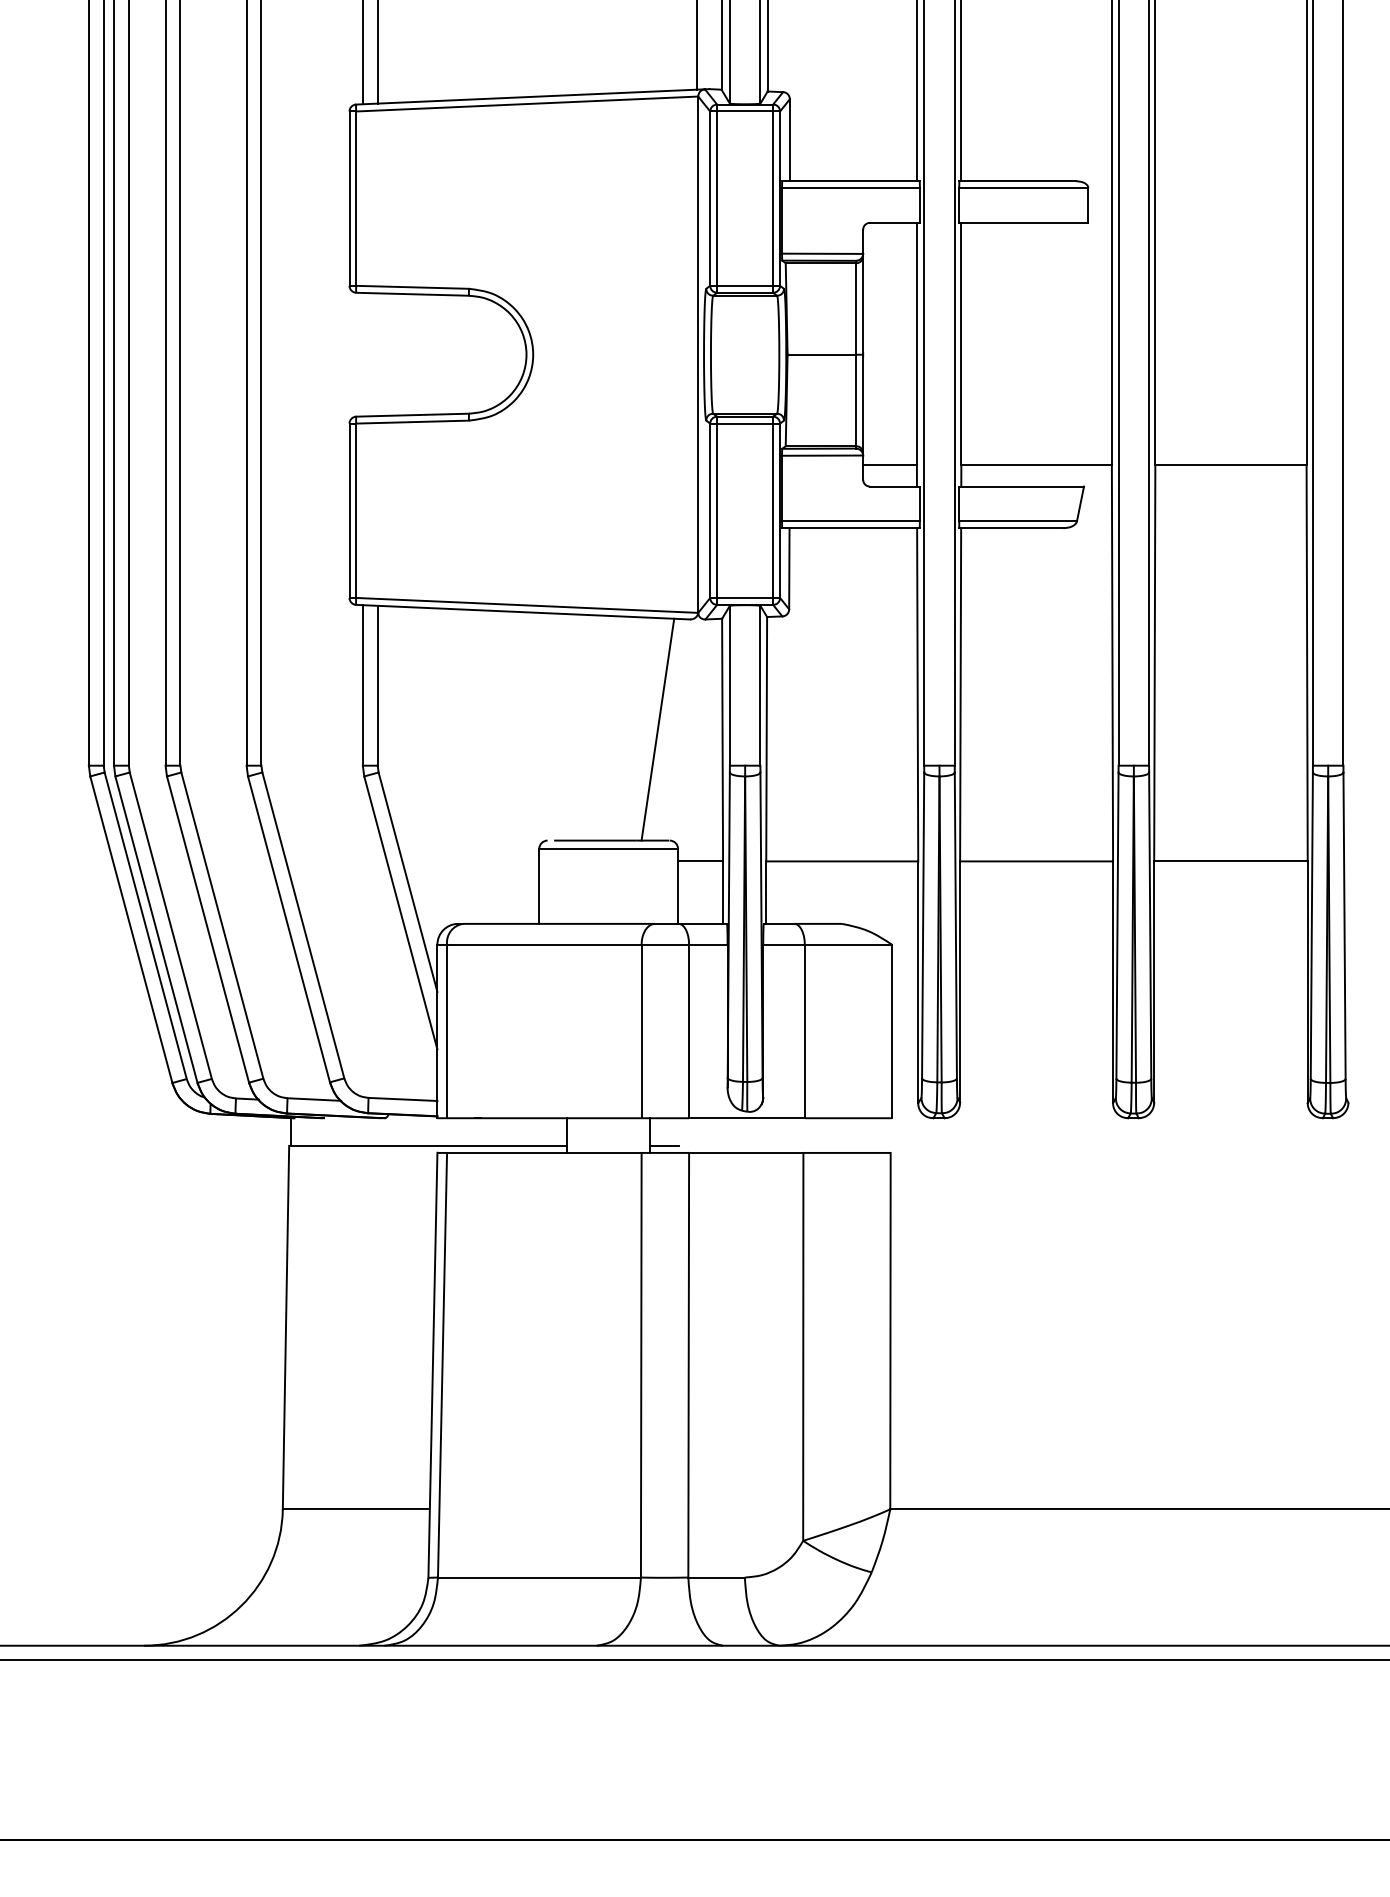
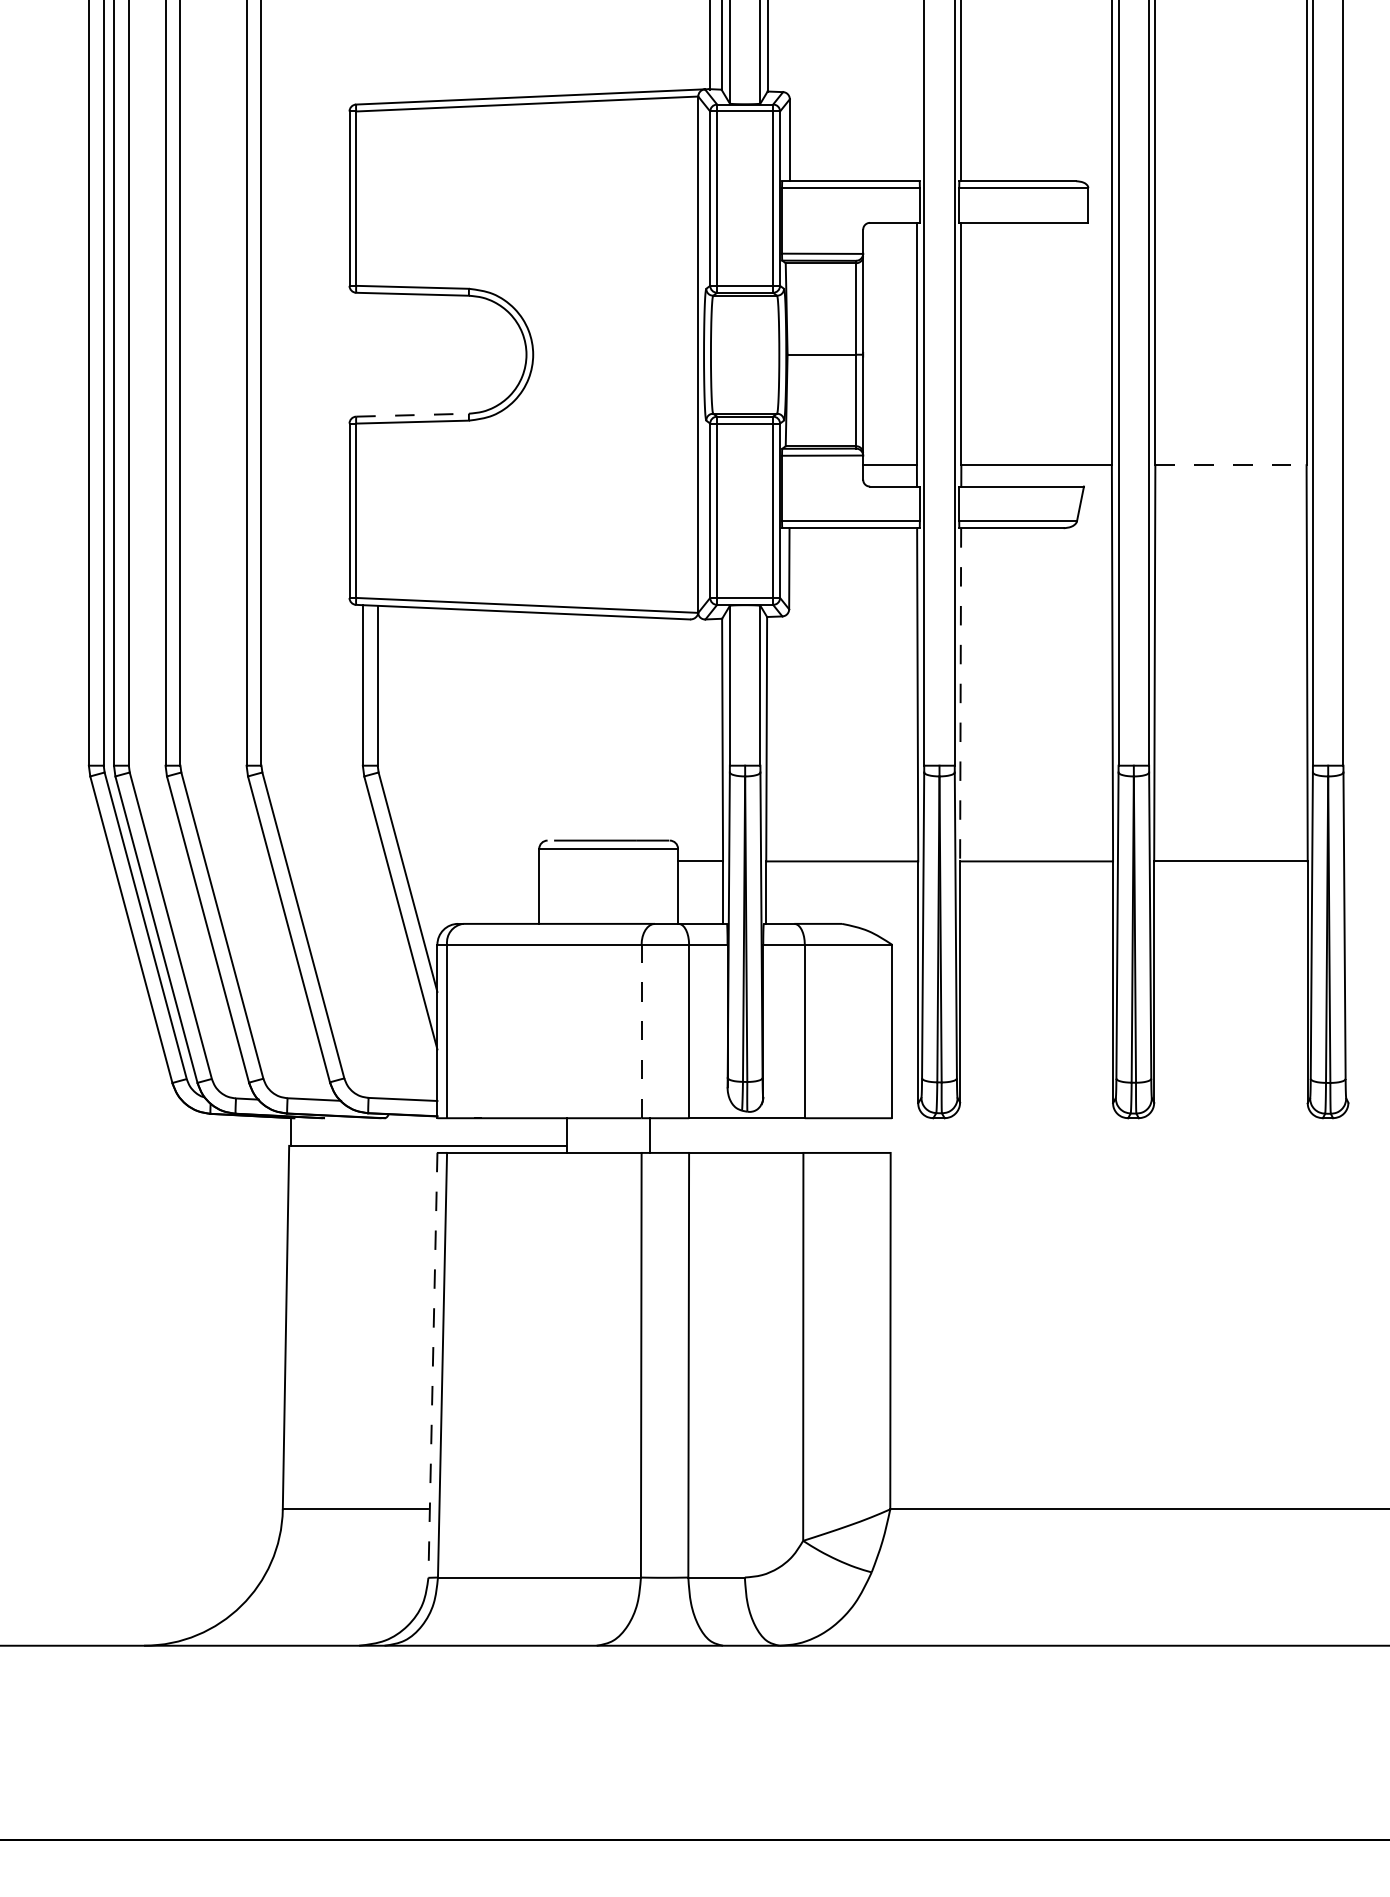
line at (697, 45) position: (697, 45) -> (710, 45)
line at (377, 52): present -> none
line at (362, 53): present -> none
line at (916, 91): present -> none
line at (413, 415): solid -> dashed
line at (1230, 465): solid -> dashed
line at (960, 694): solid -> dashed
line at (657, 729): present -> none
line at (641, 1031): solid -> dashed
line at (664, 1145): present -> none
line at (432, 1365): solid -> dashed
line at (694, 1659): present -> none
